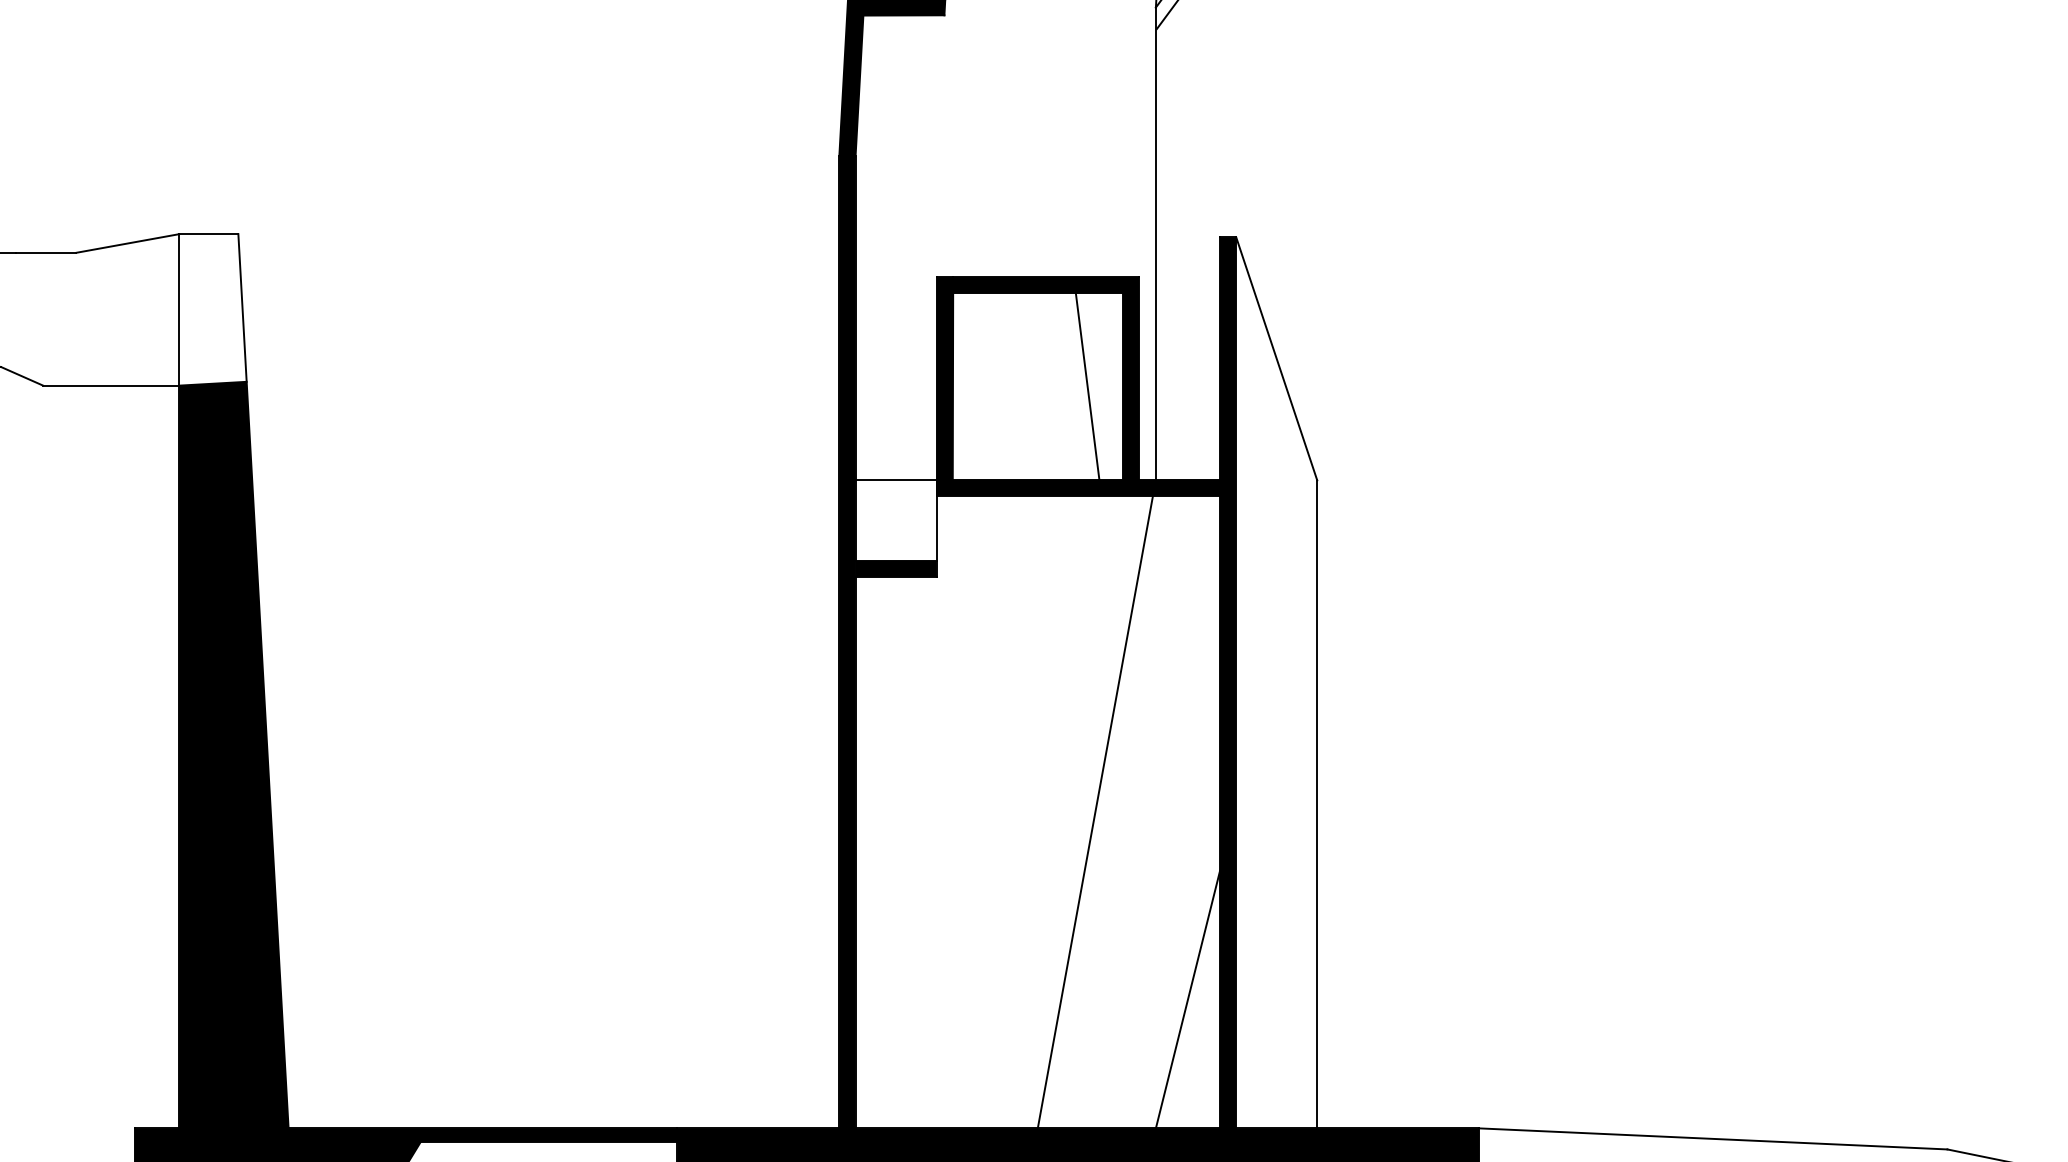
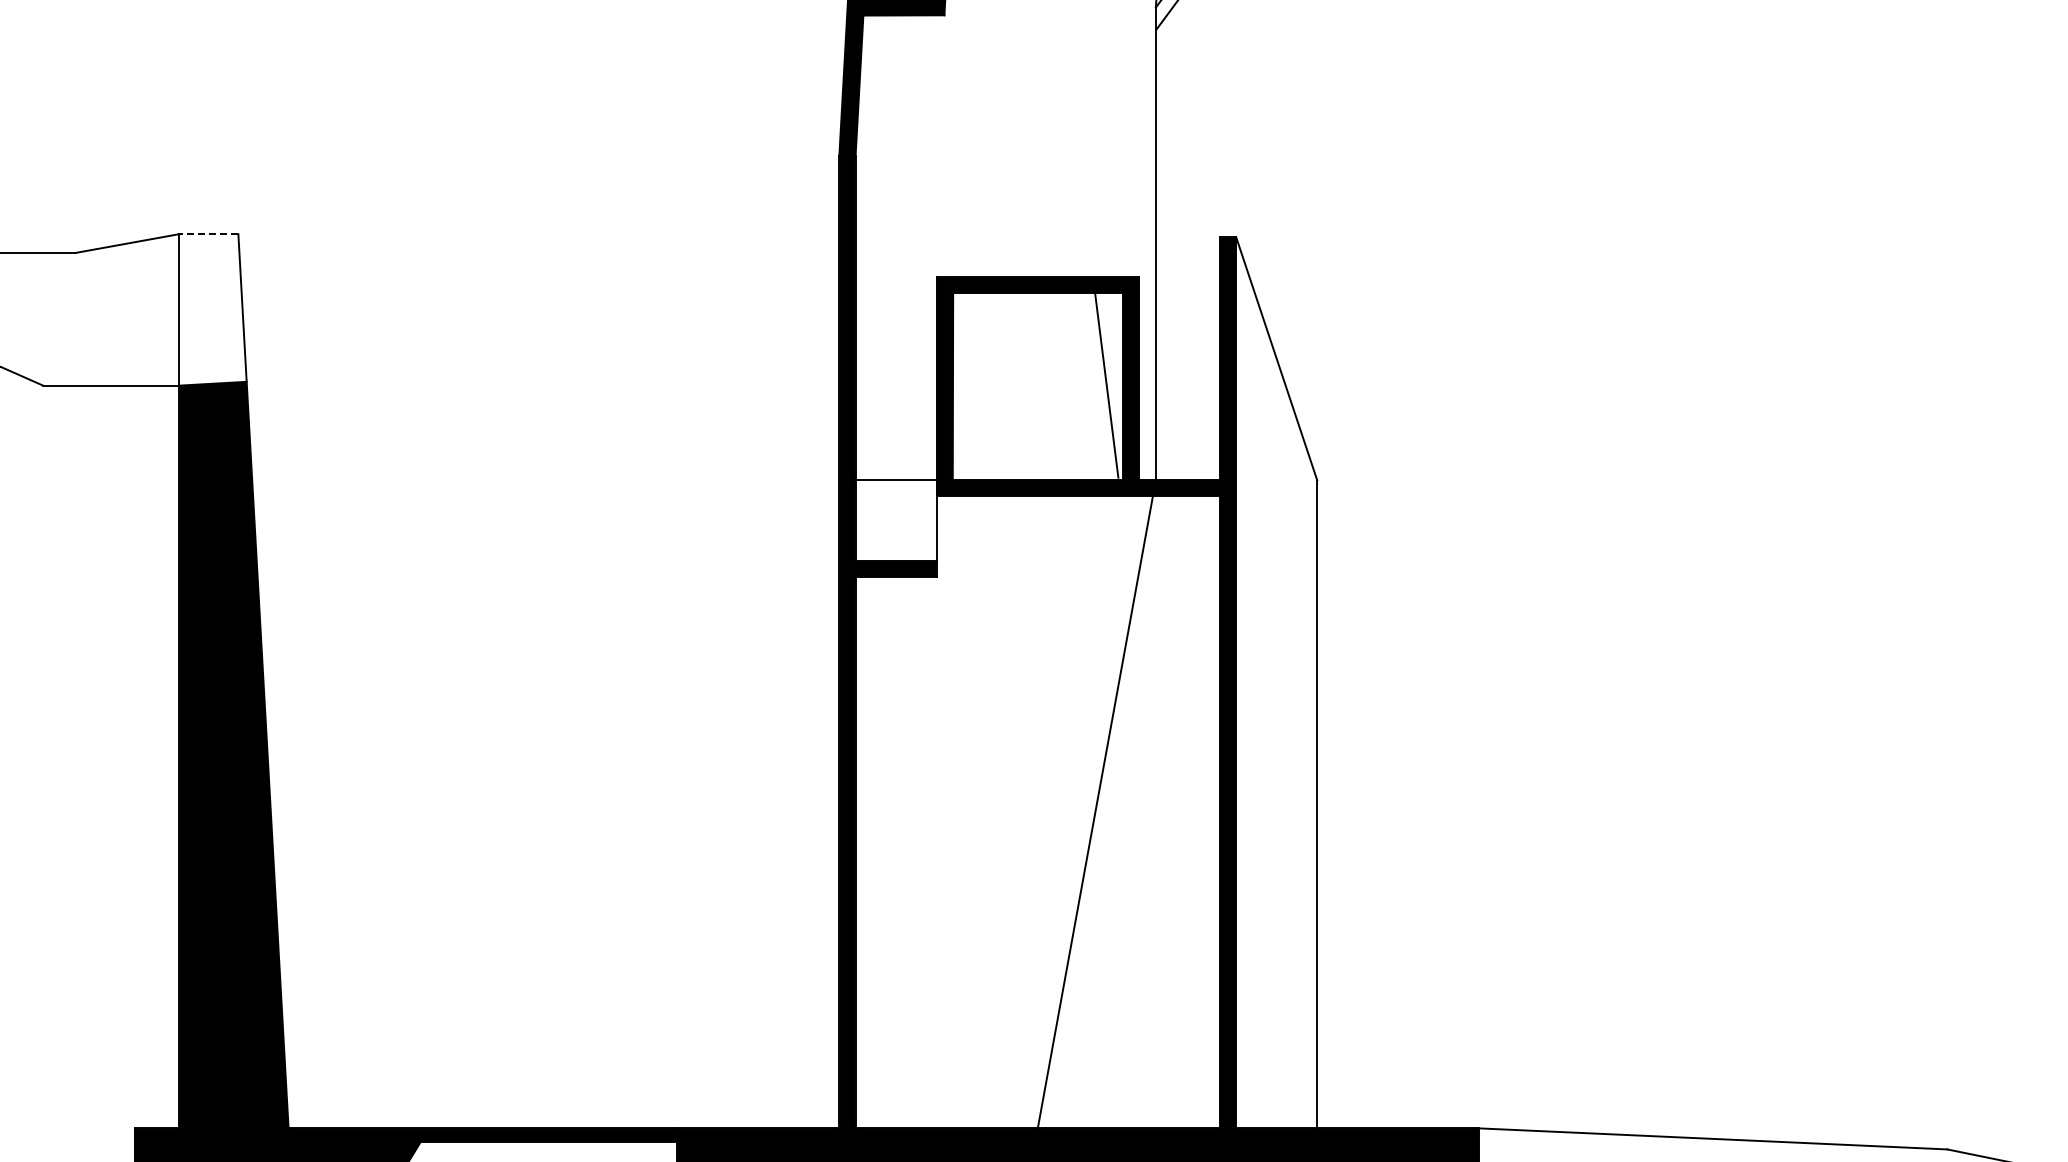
line at (208, 234): solid -> dashed
line at (1087, 386) position: (1087, 386) -> (1106, 384)
line at (1187, 999): present -> none
